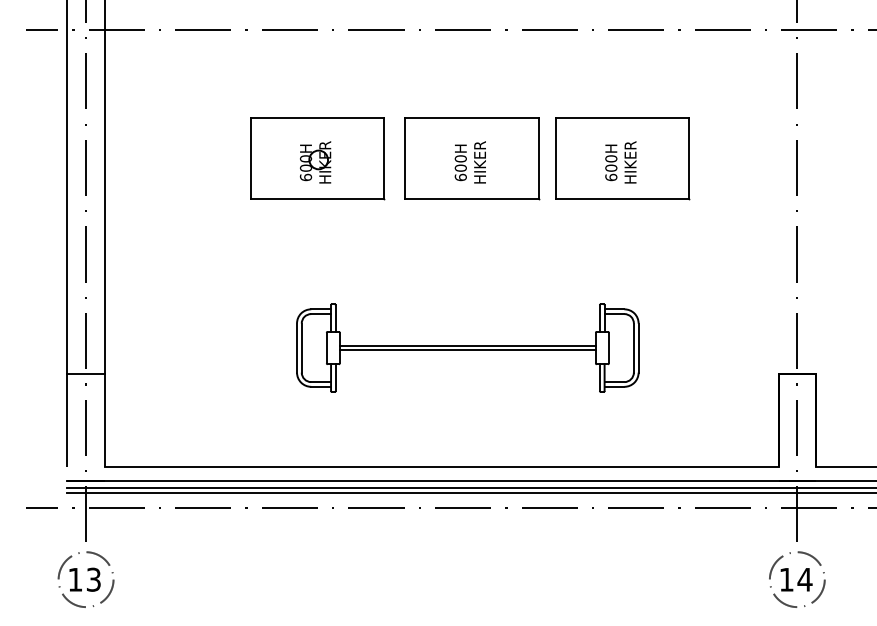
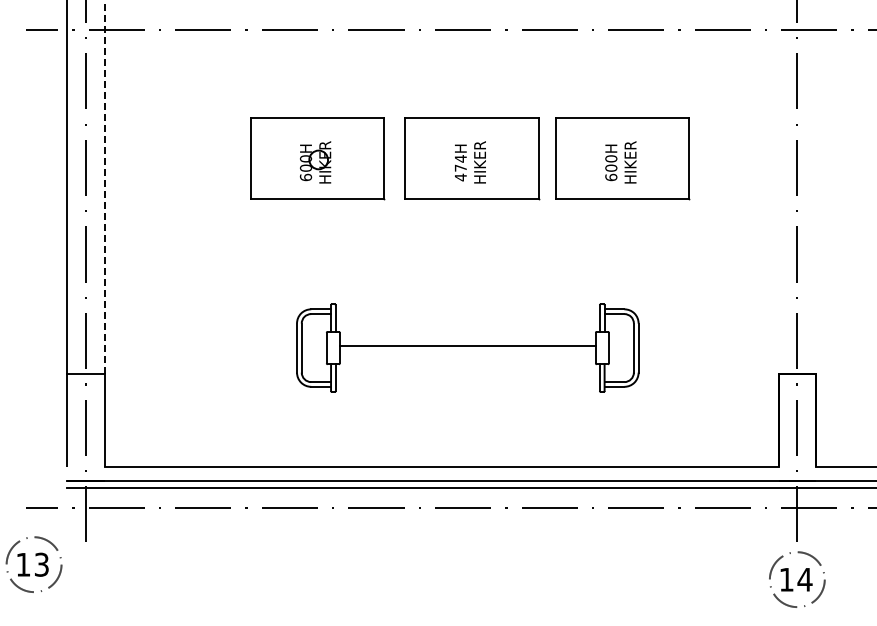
text at (460, 168): 600H -> 474H
line at (104, 186): solid -> dashed
line at (467, 350): present -> none
line at (470, 492): present -> none
part at (85, 579) position: (85, 579) -> (33, 564)
